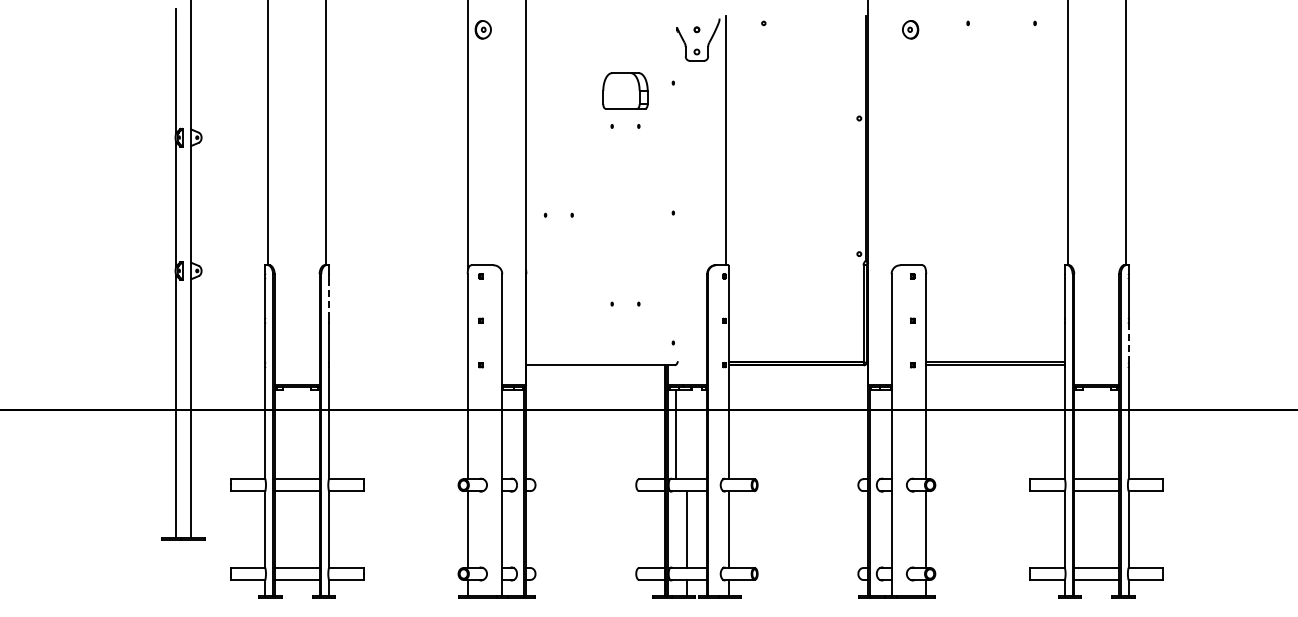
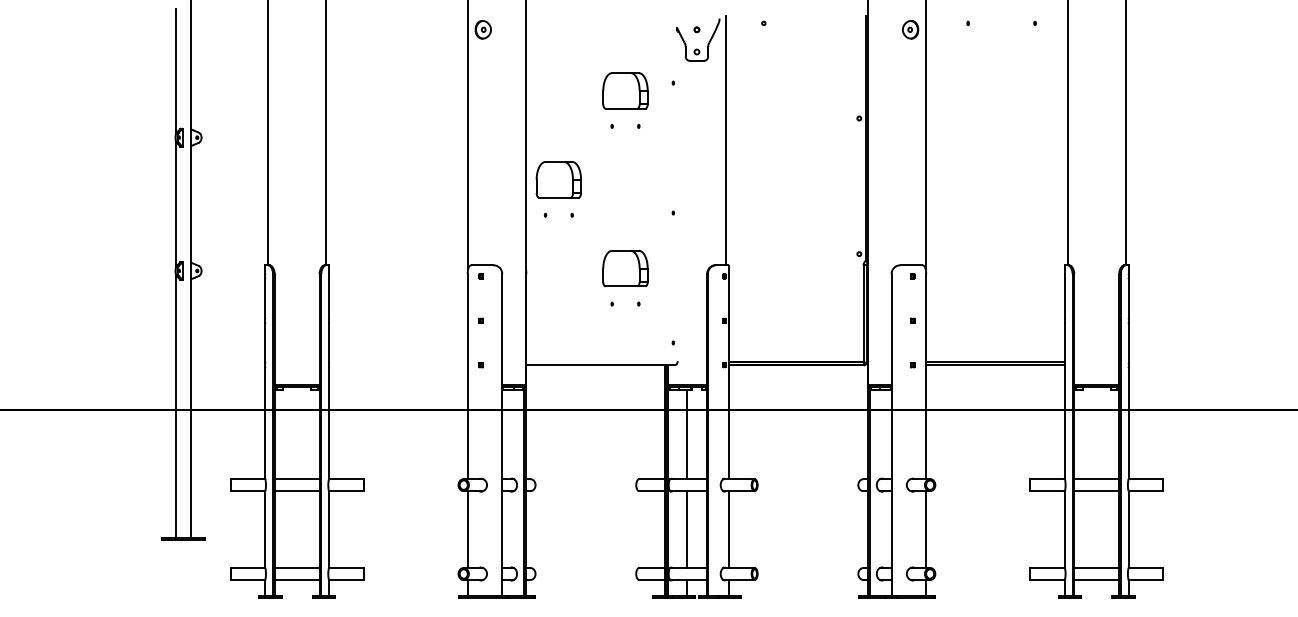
line at (925, 135): none -> present
part at (558, 179): none -> present
part at (625, 268): none -> present
line at (329, 298): dashed -> solid
line at (1128, 343): dashed -> solid
line at (675, 434) position: (675, 434) -> (686, 434)
